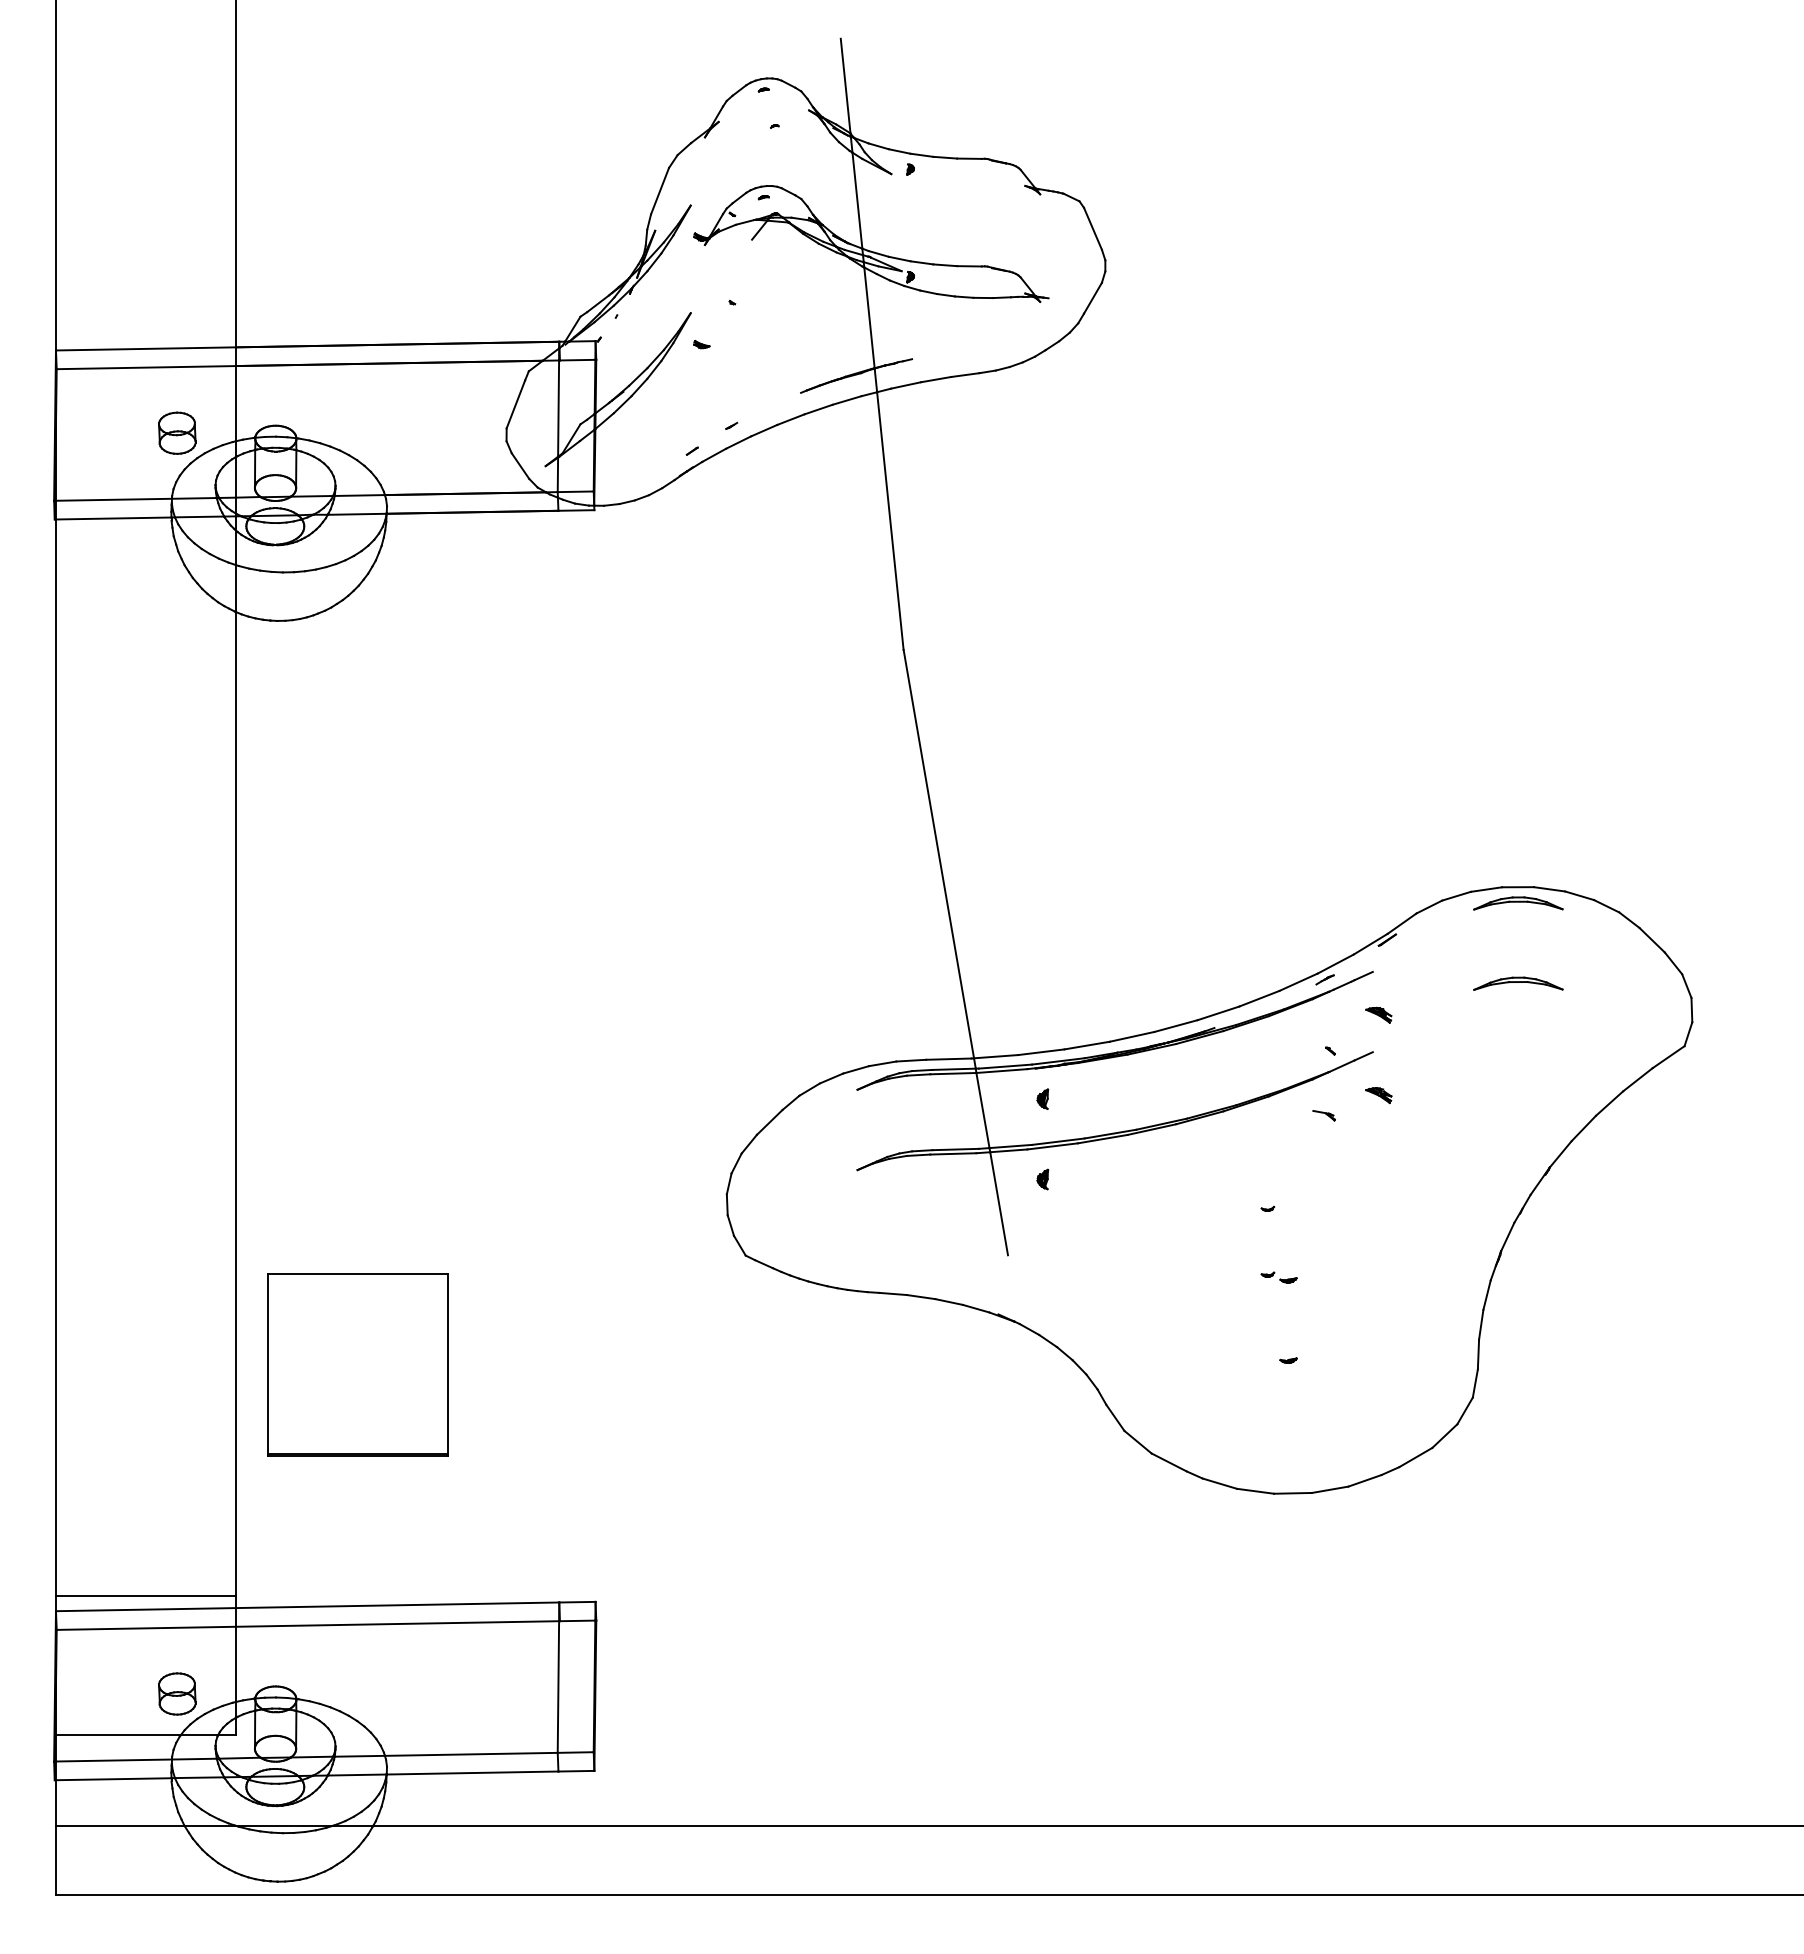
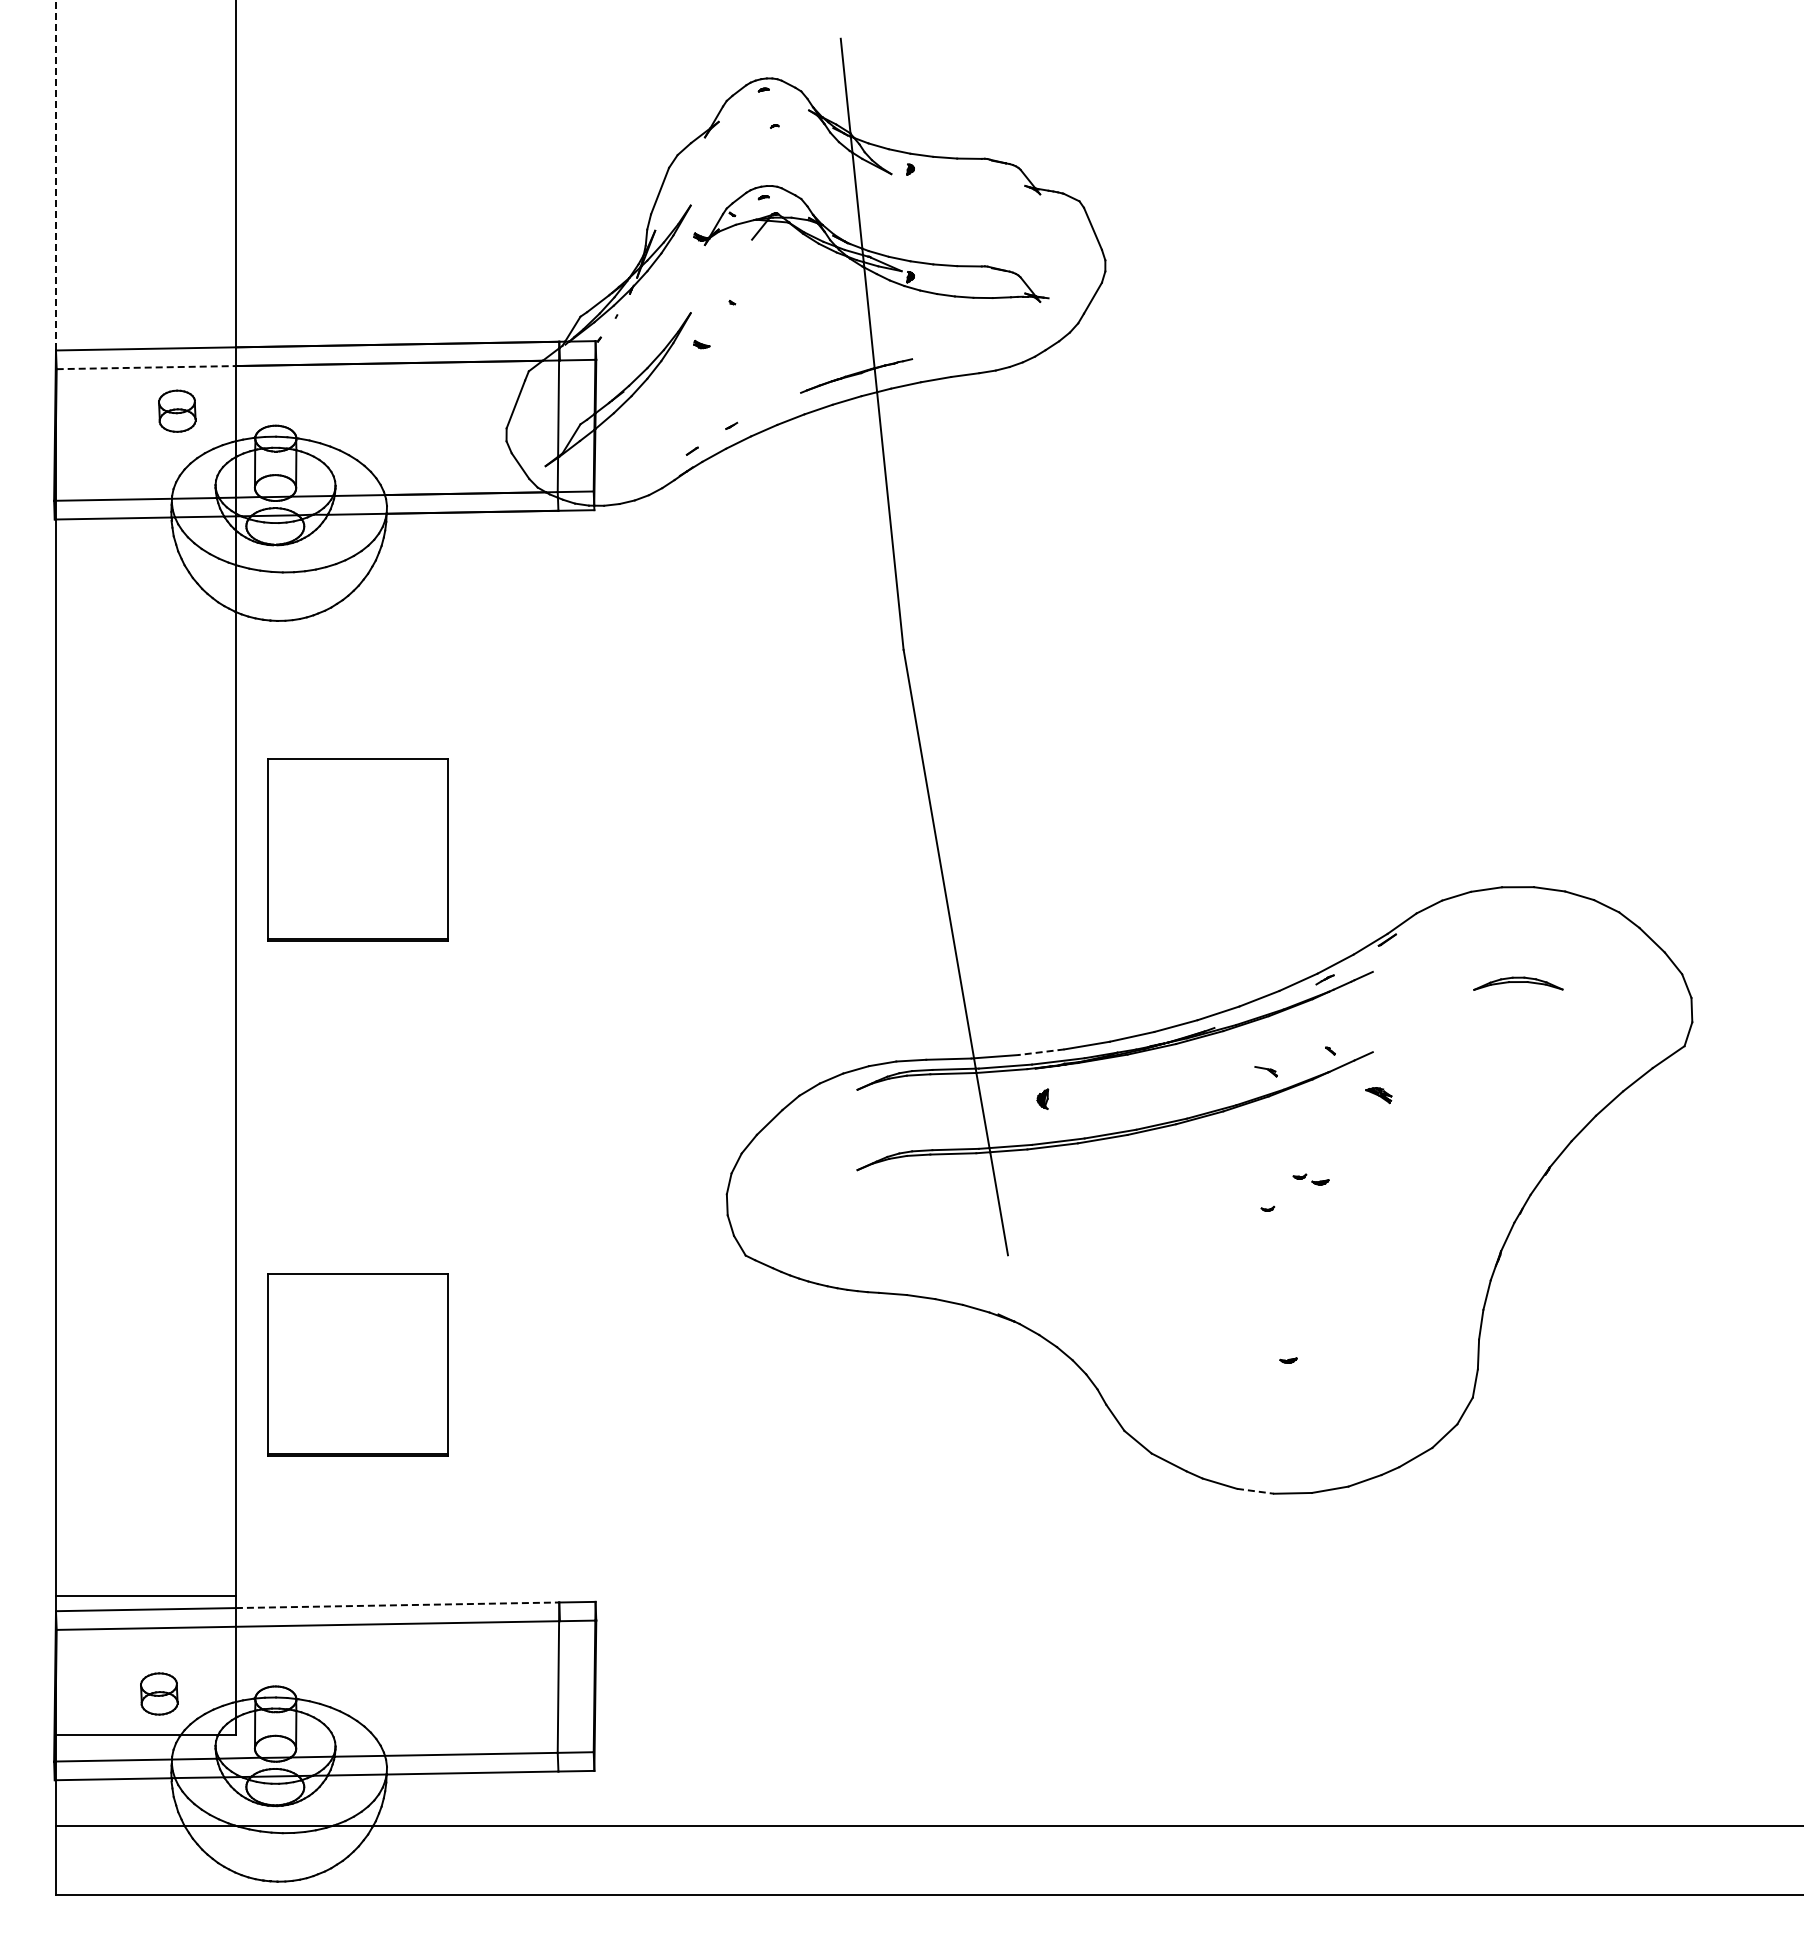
line at (55, 175): solid -> dashed
line at (146, 367): solid -> dashed
part at (177, 432) position: (177, 432) -> (177, 410)
part at (357, 849): none -> present
part at (1518, 903): present -> none
part at (1378, 1014): present -> none
line at (1040, 1052): solid -> dashed
part at (1323, 1115) position: (1323, 1115) -> (1265, 1071)
part at (1042, 1179): present -> none
part at (1278, 1277) position: (1278, 1277) -> (1310, 1179)
line at (1255, 1491): solid -> dashed
line at (397, 1605): solid -> dashed
part at (177, 1693) position: (177, 1693) -> (159, 1693)
